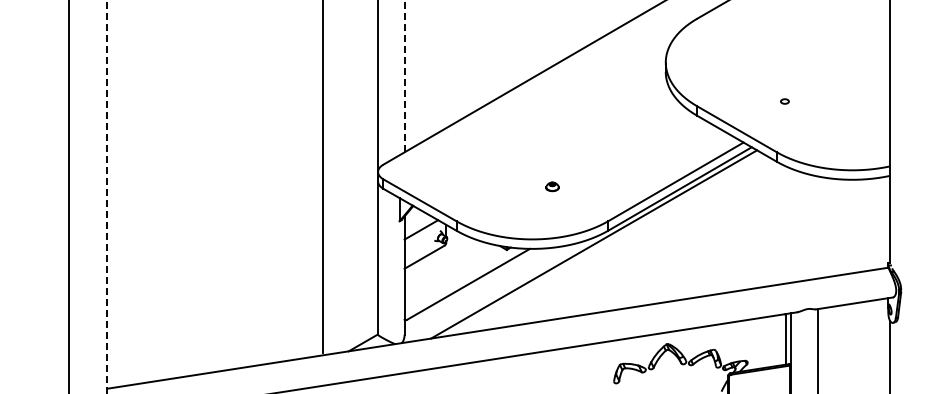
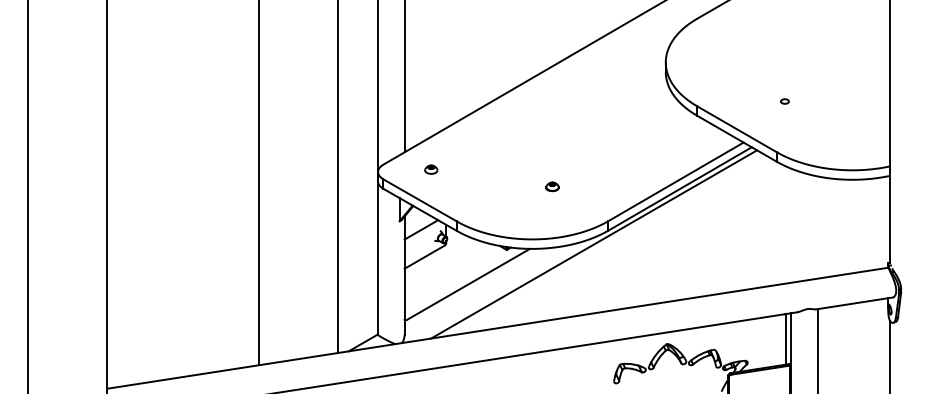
line at (404, 76): dashed -> solid
part at (431, 169): none -> present
line at (323, 177) position: (323, 177) -> (338, 177)
line at (258, 183): none -> present
line at (68, 196) position: (68, 196) -> (27, 196)
line at (107, 197): dashed -> solid
